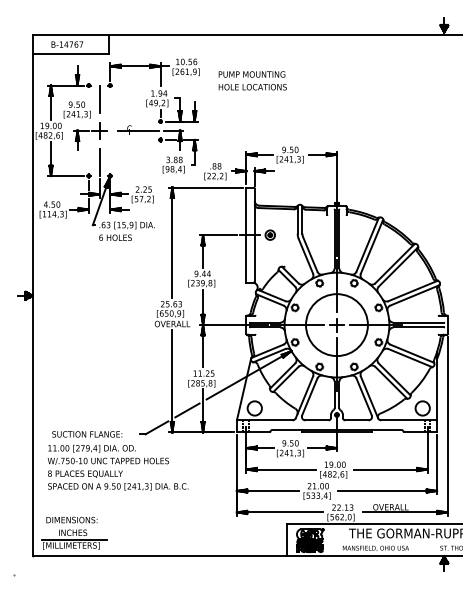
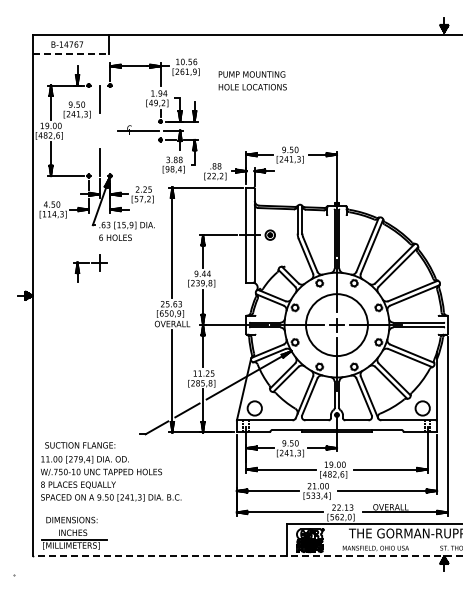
line at (71, 54): solid -> dashed
part at (90, 136) position: (90, 136) -> (90, 268)
text at (118, 460) position: (118, 460) -> (111, 471)
line at (247, 556): solid -> dashed
